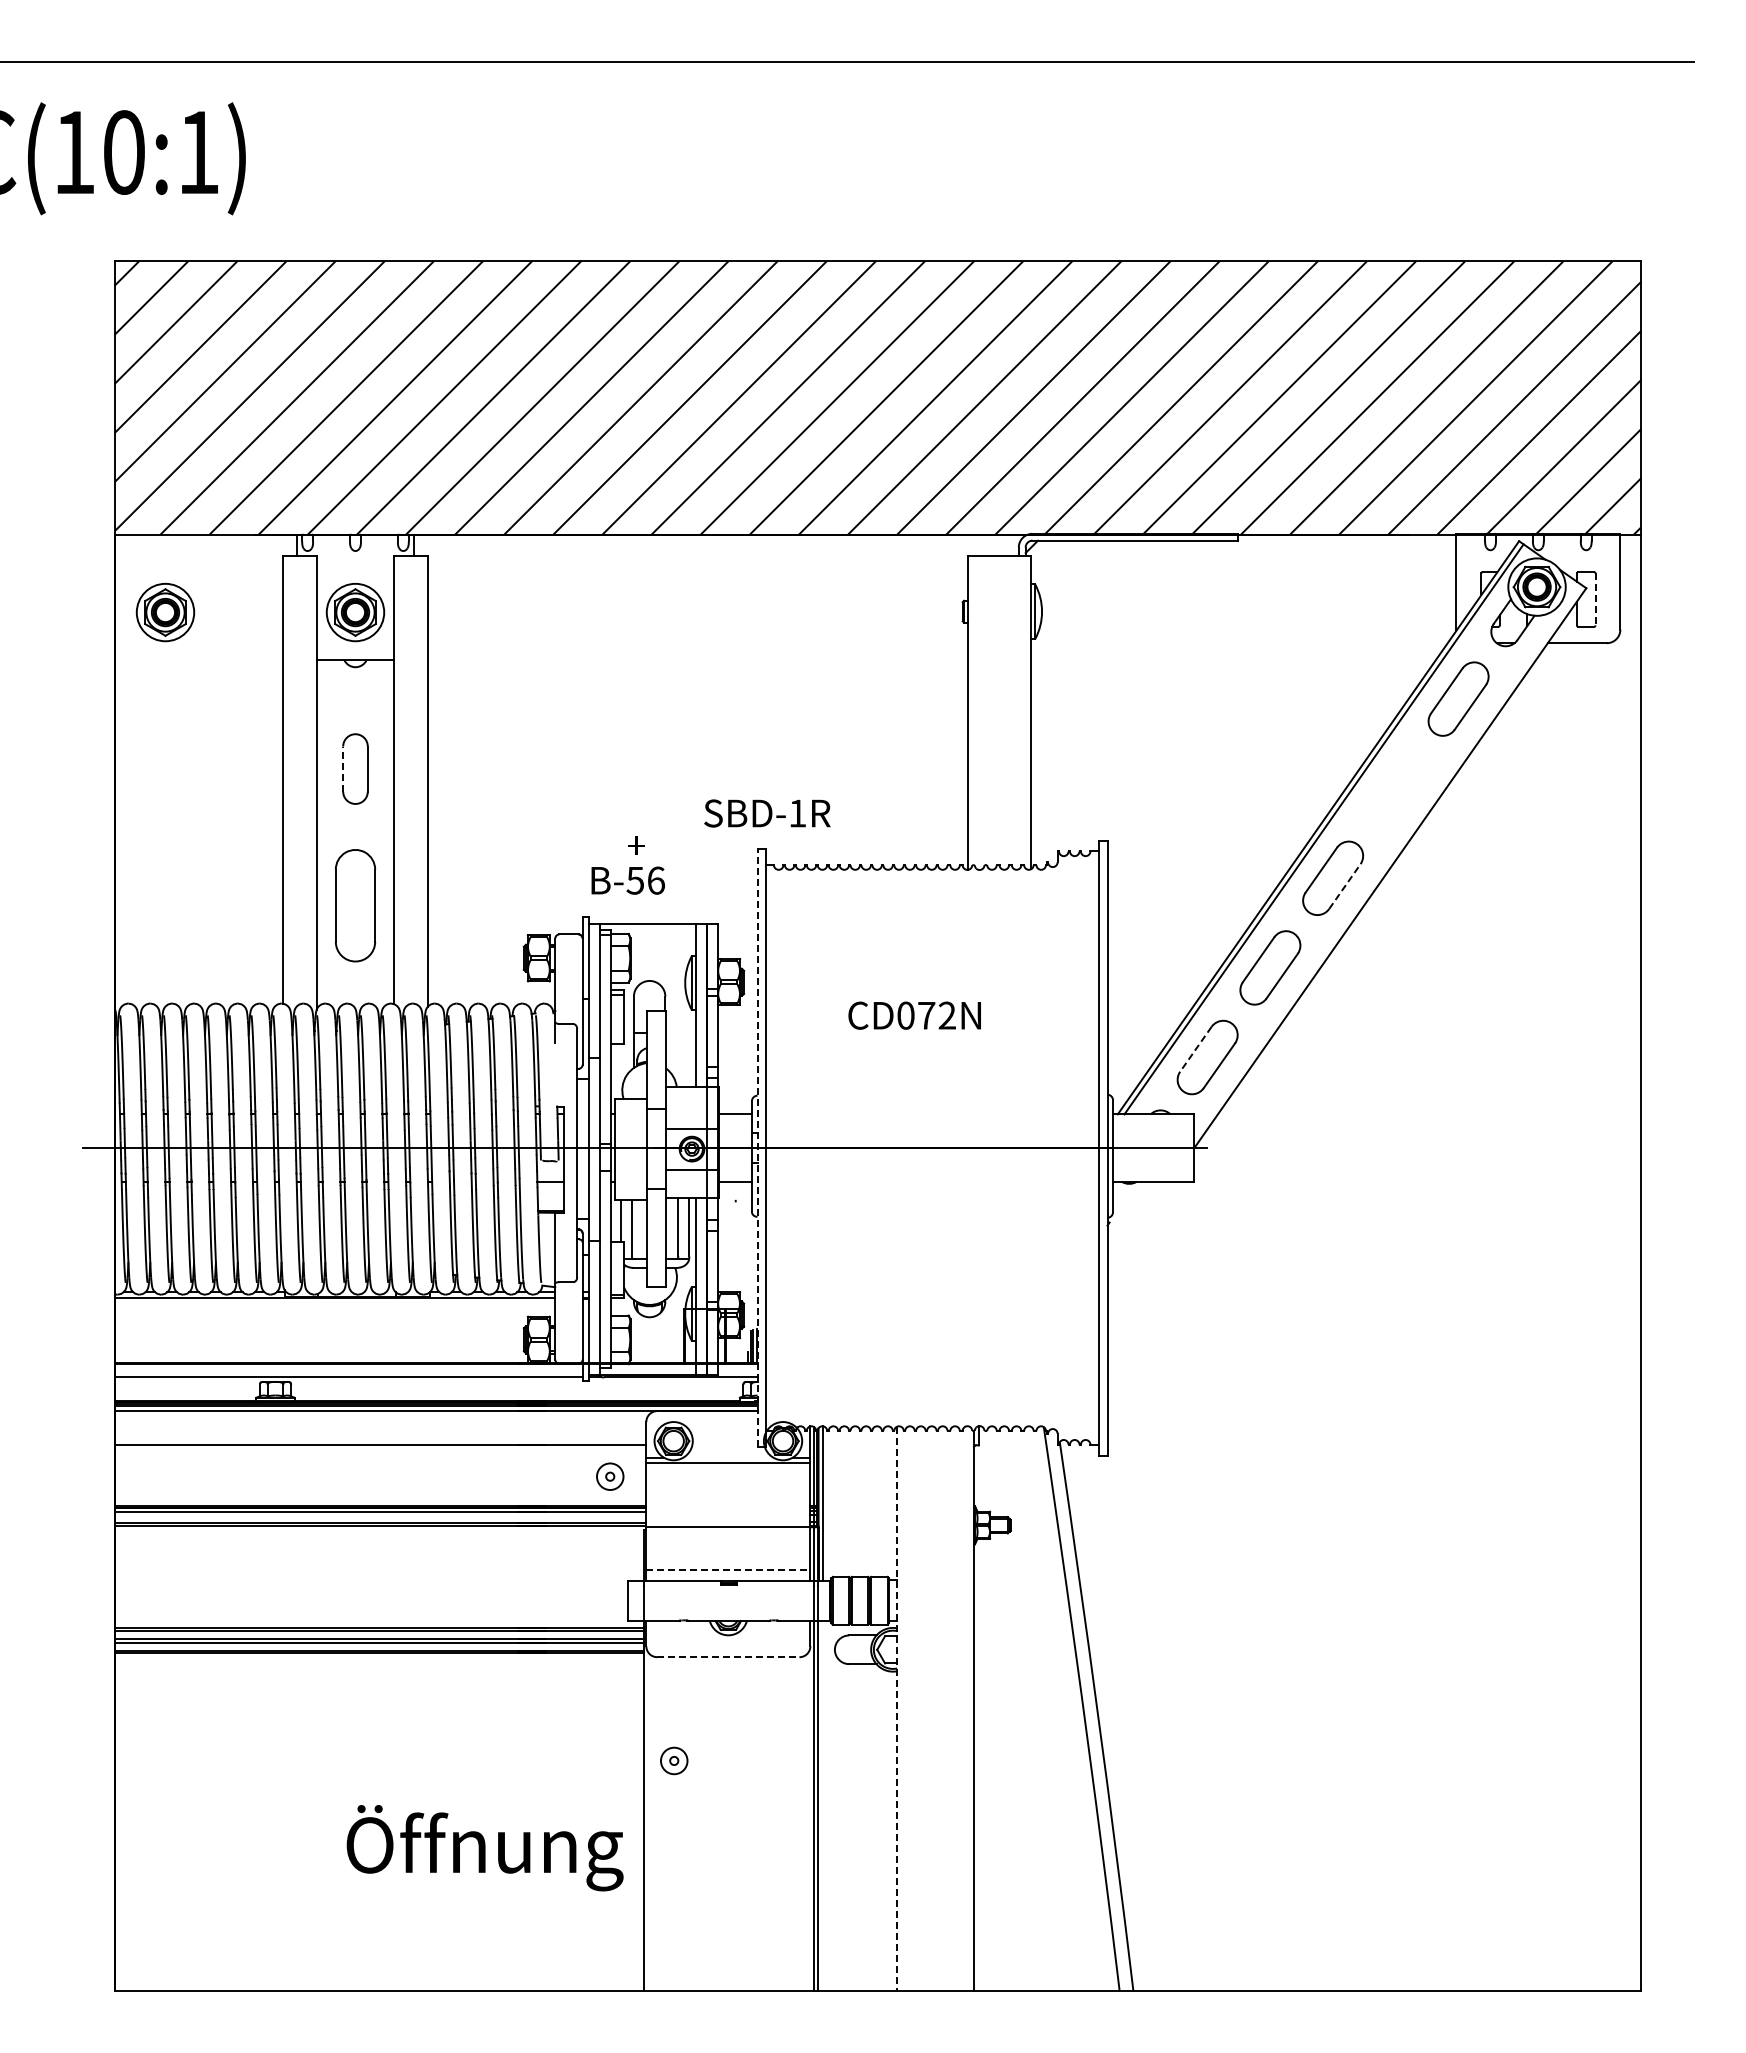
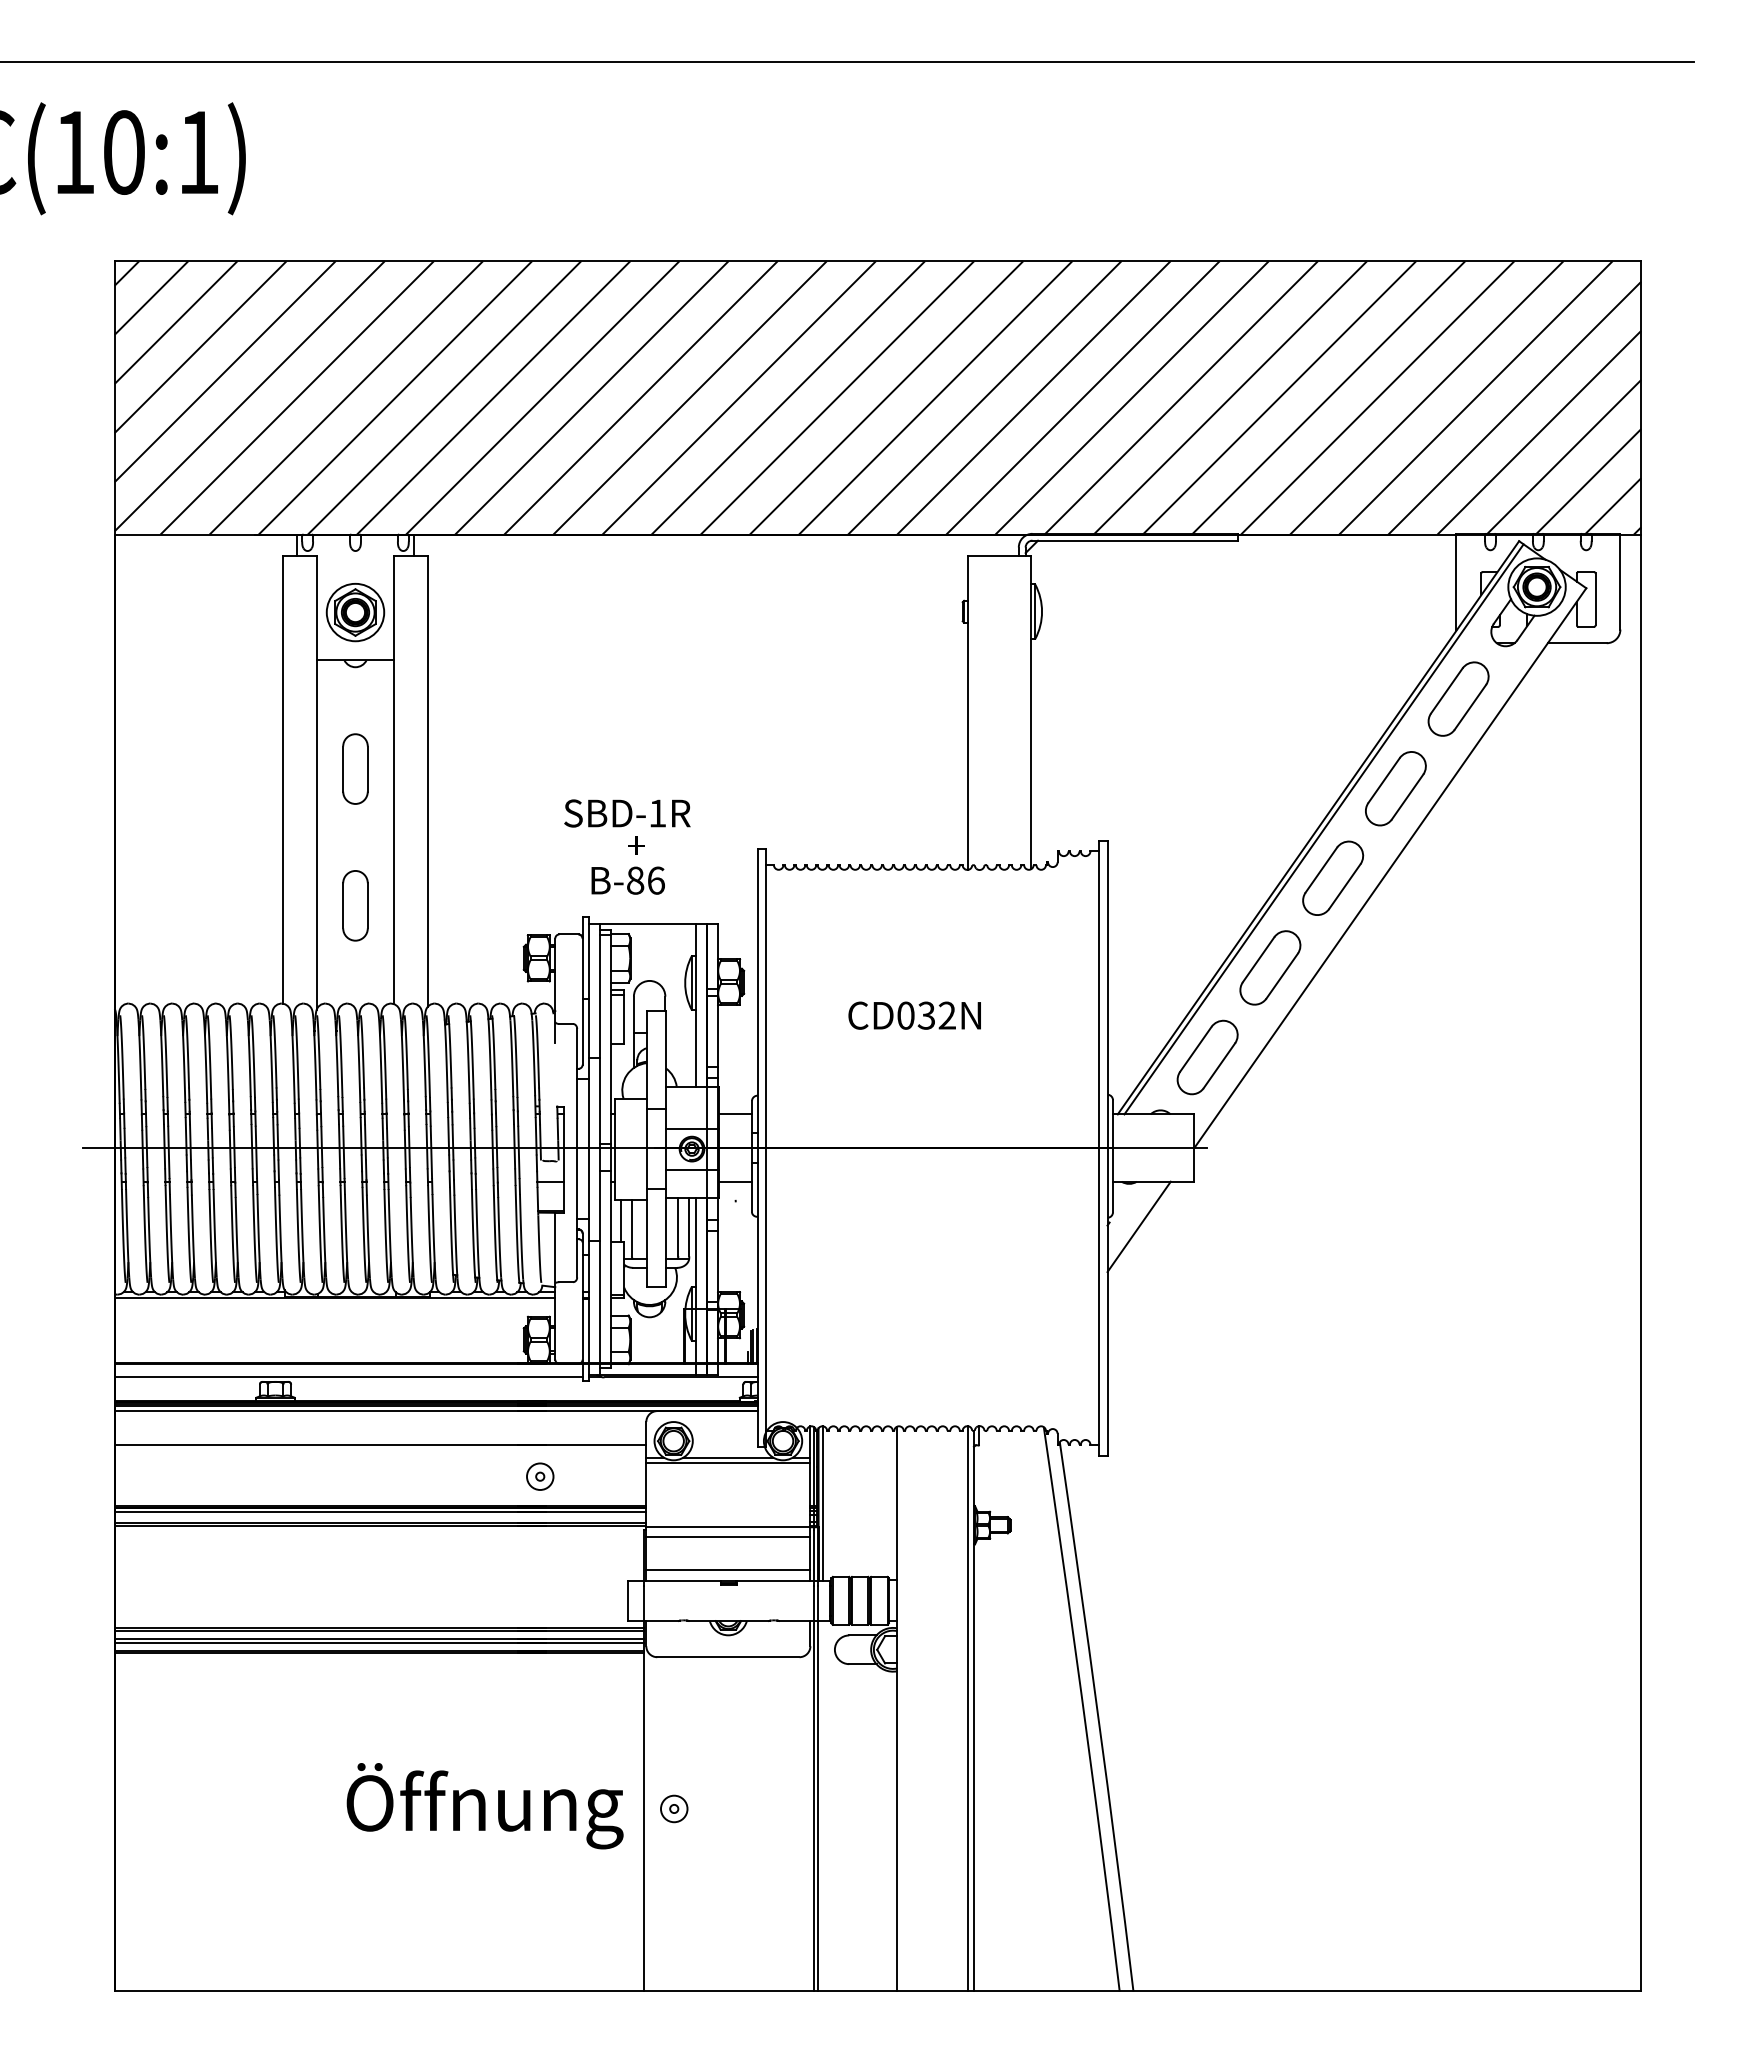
line at (1595, 599): dashed -> solid
part at (165, 612): present -> none
line at (343, 769): dashed -> solid
part at (1395, 788): none -> present
text at (767, 813) position: (767, 813) -> (627, 813)
text at (635, 880): B-56 -> B-86
line at (1345, 886): dashed -> solid
part at (355, 905) size: 42x114 px -> 27x72 px
text at (926, 1015): CD072N -> CD032N
line at (1195, 1049): dashed -> solid
line at (757, 1147): dashed -> solid
line at (1138, 1226): none -> present
line at (728, 1457): none -> present
part at (610, 1476) position: (610, 1476) -> (540, 1476)
line at (728, 1536): none -> present
line at (728, 1569): dashed -> solid
line at (728, 1657): dashed -> solid
line at (968, 1708): none -> present
line at (897, 1709): dashed -> solid
part at (674, 1760) position: (674, 1760) -> (674, 1808)
text at (484, 1848) position: (484, 1848) -> (484, 1806)
